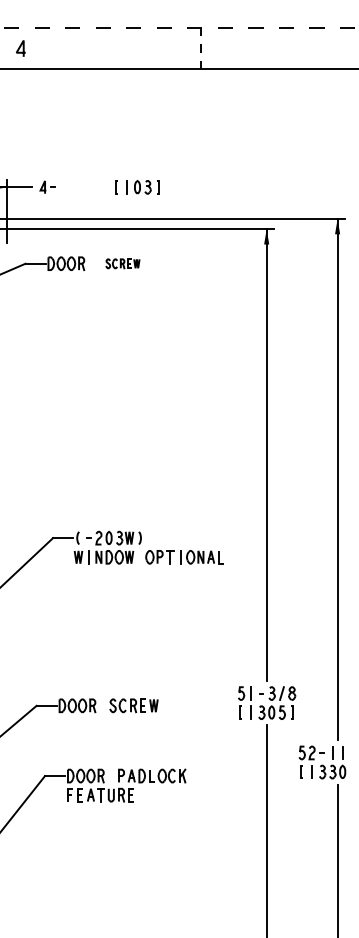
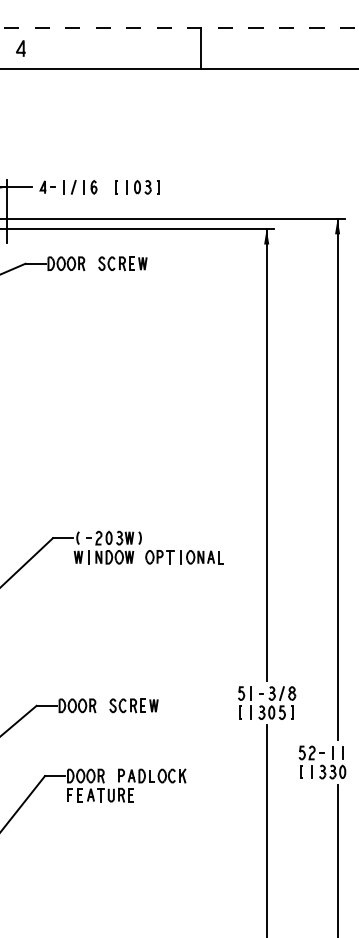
line at (201, 48): dashed -> solid
part at (80, 187): none -> present
part at (122, 263) size: 36x12 px -> 50x16 px
